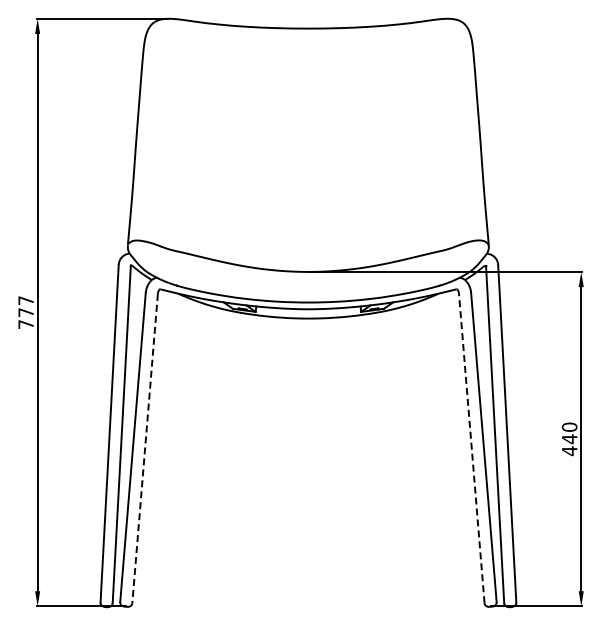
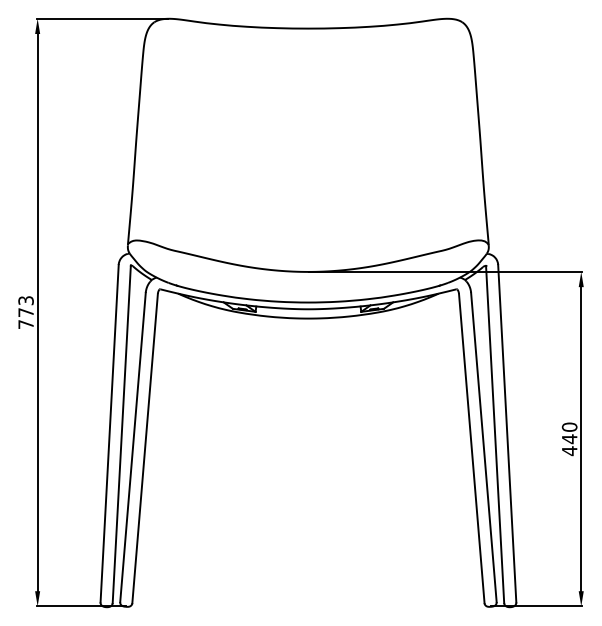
text at (25, 300): 777 -> 773
line at (471, 448): dashed -> solid
line at (145, 449): dashed -> solid
